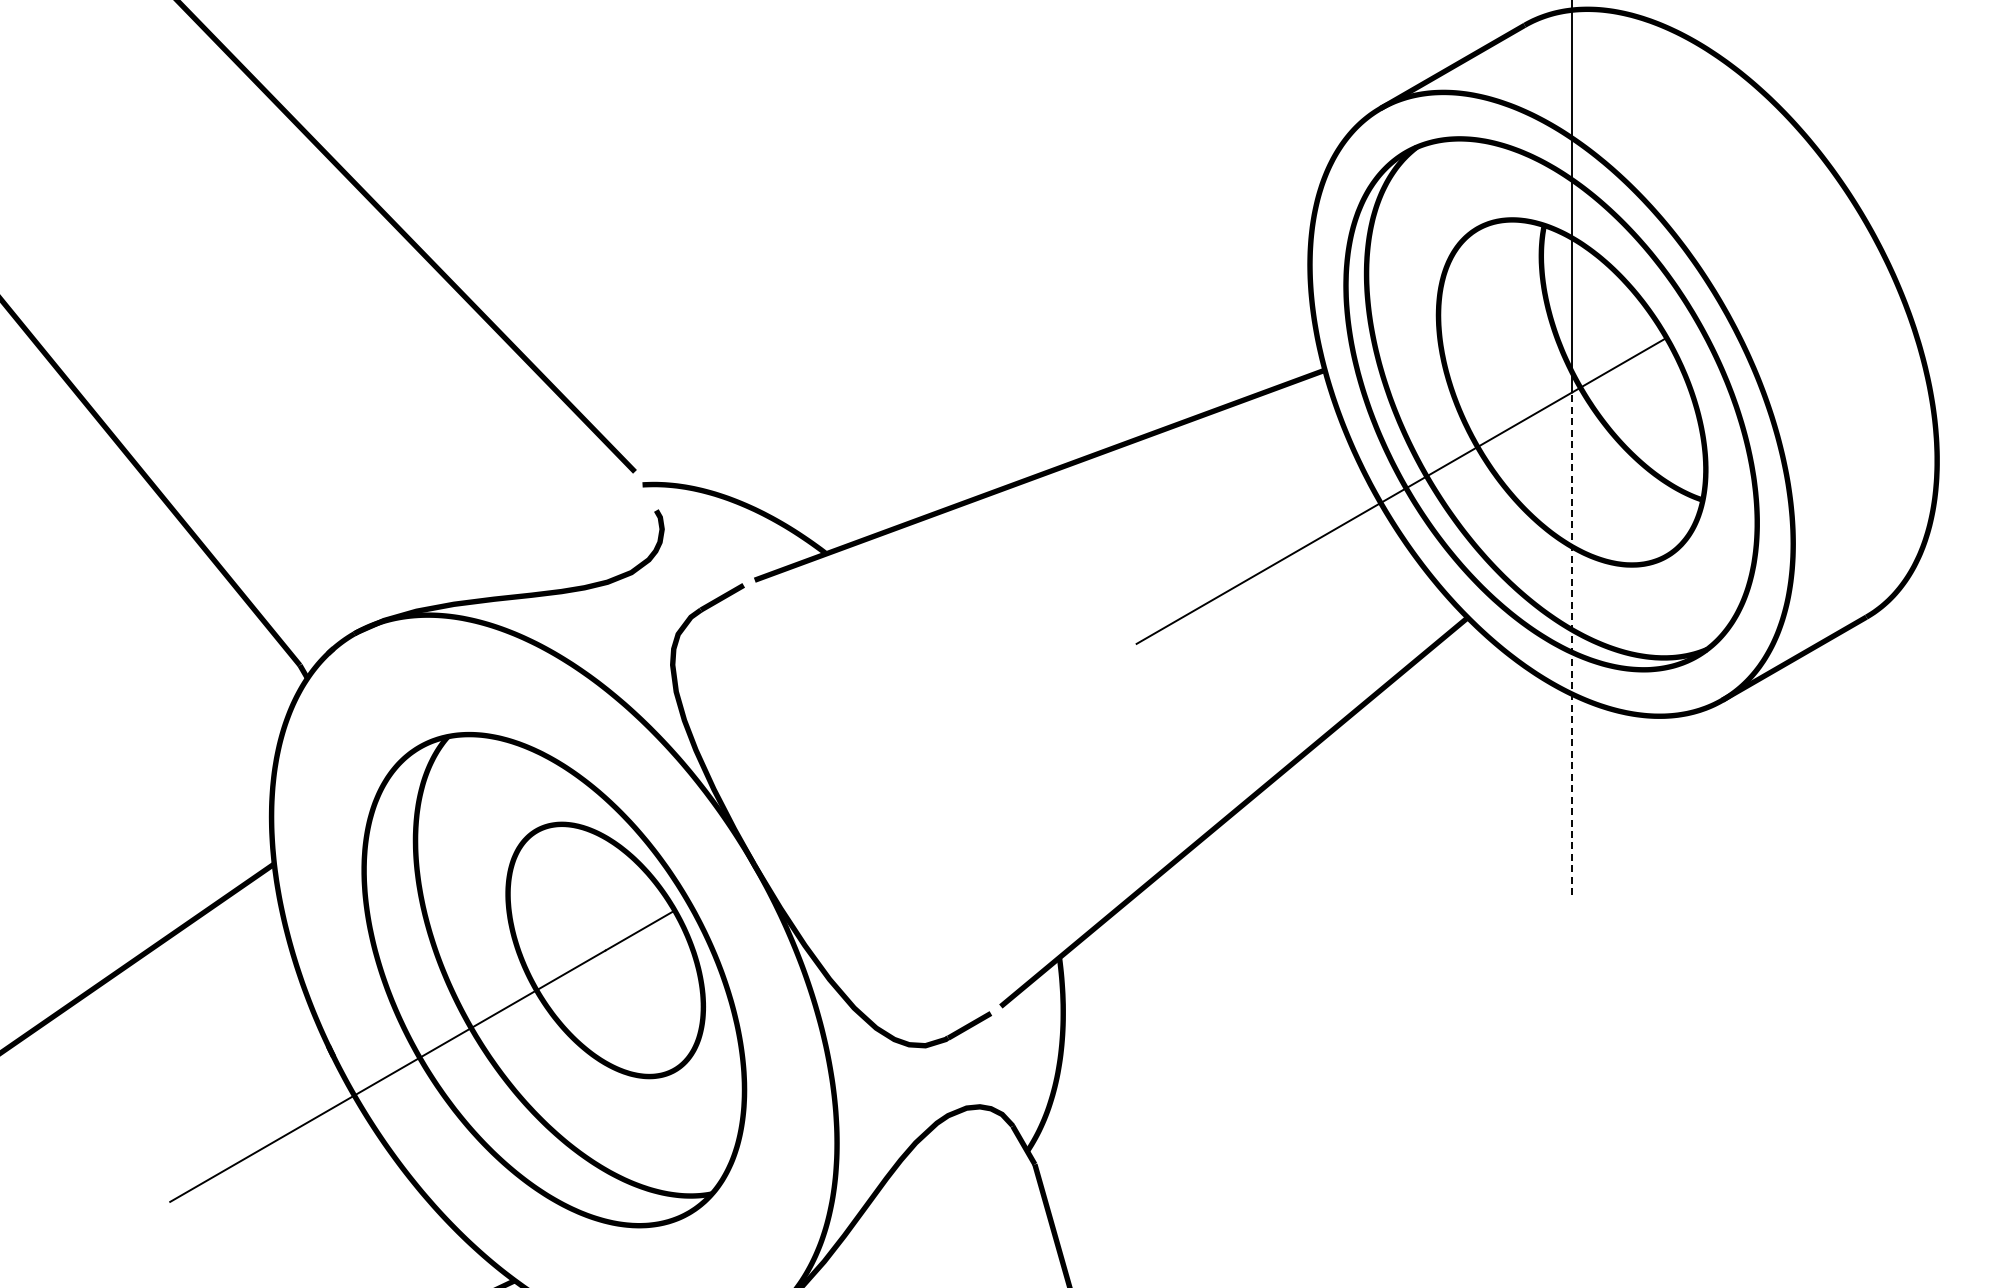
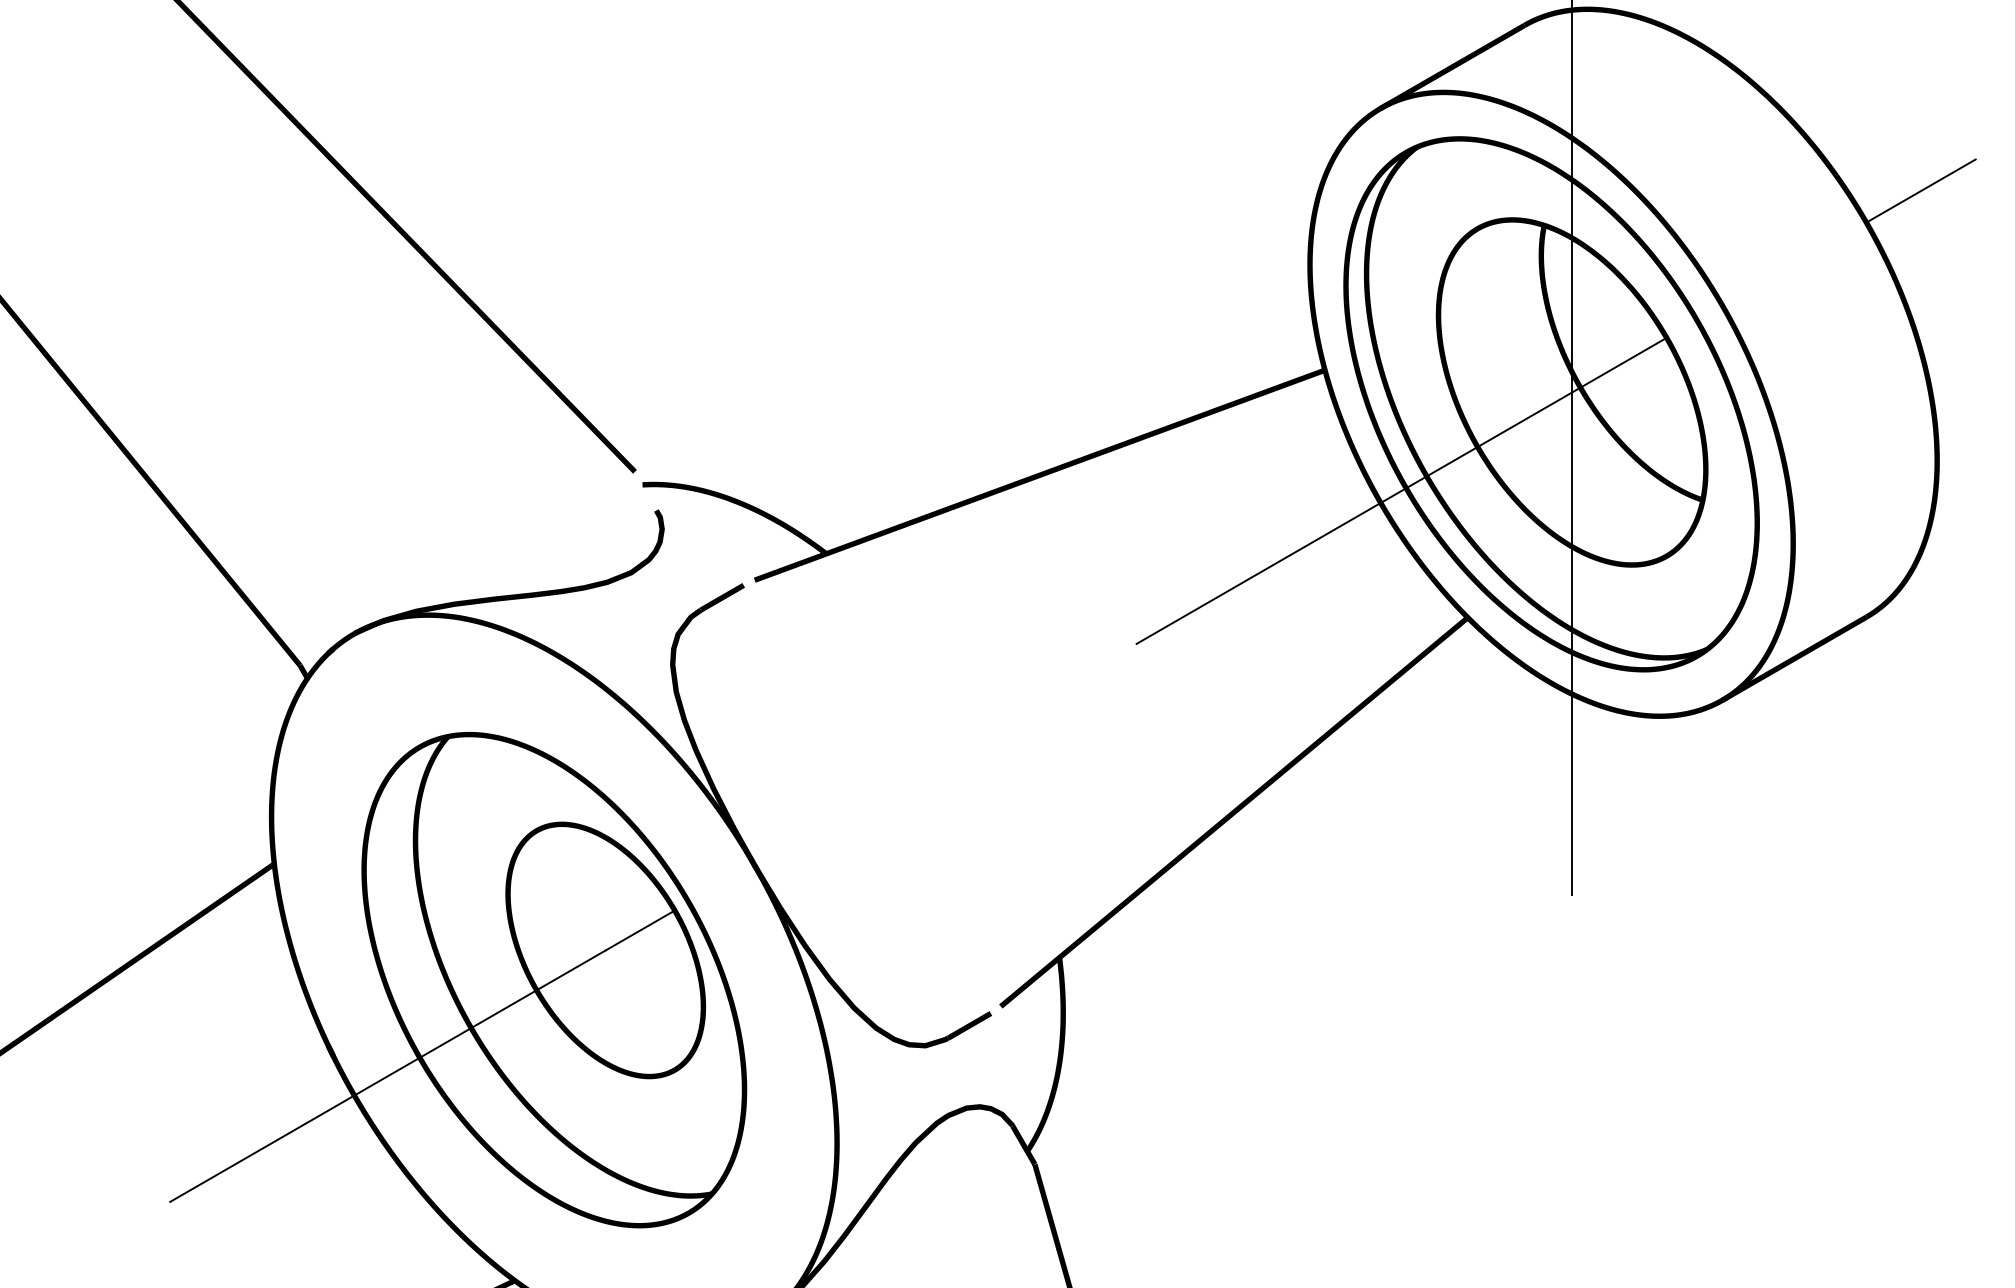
line at (1920, 190): none -> present
line at (1572, 643): dashed -> solid
